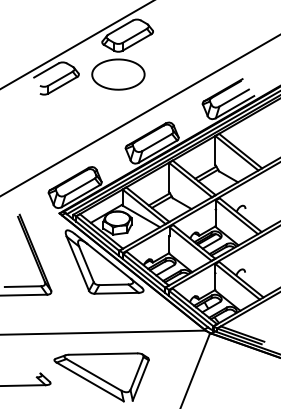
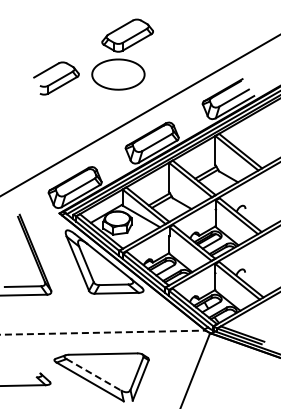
line at (76, 44): present -> none
line at (103, 332): solid -> dashed
line at (94, 374): solid -> dashed
